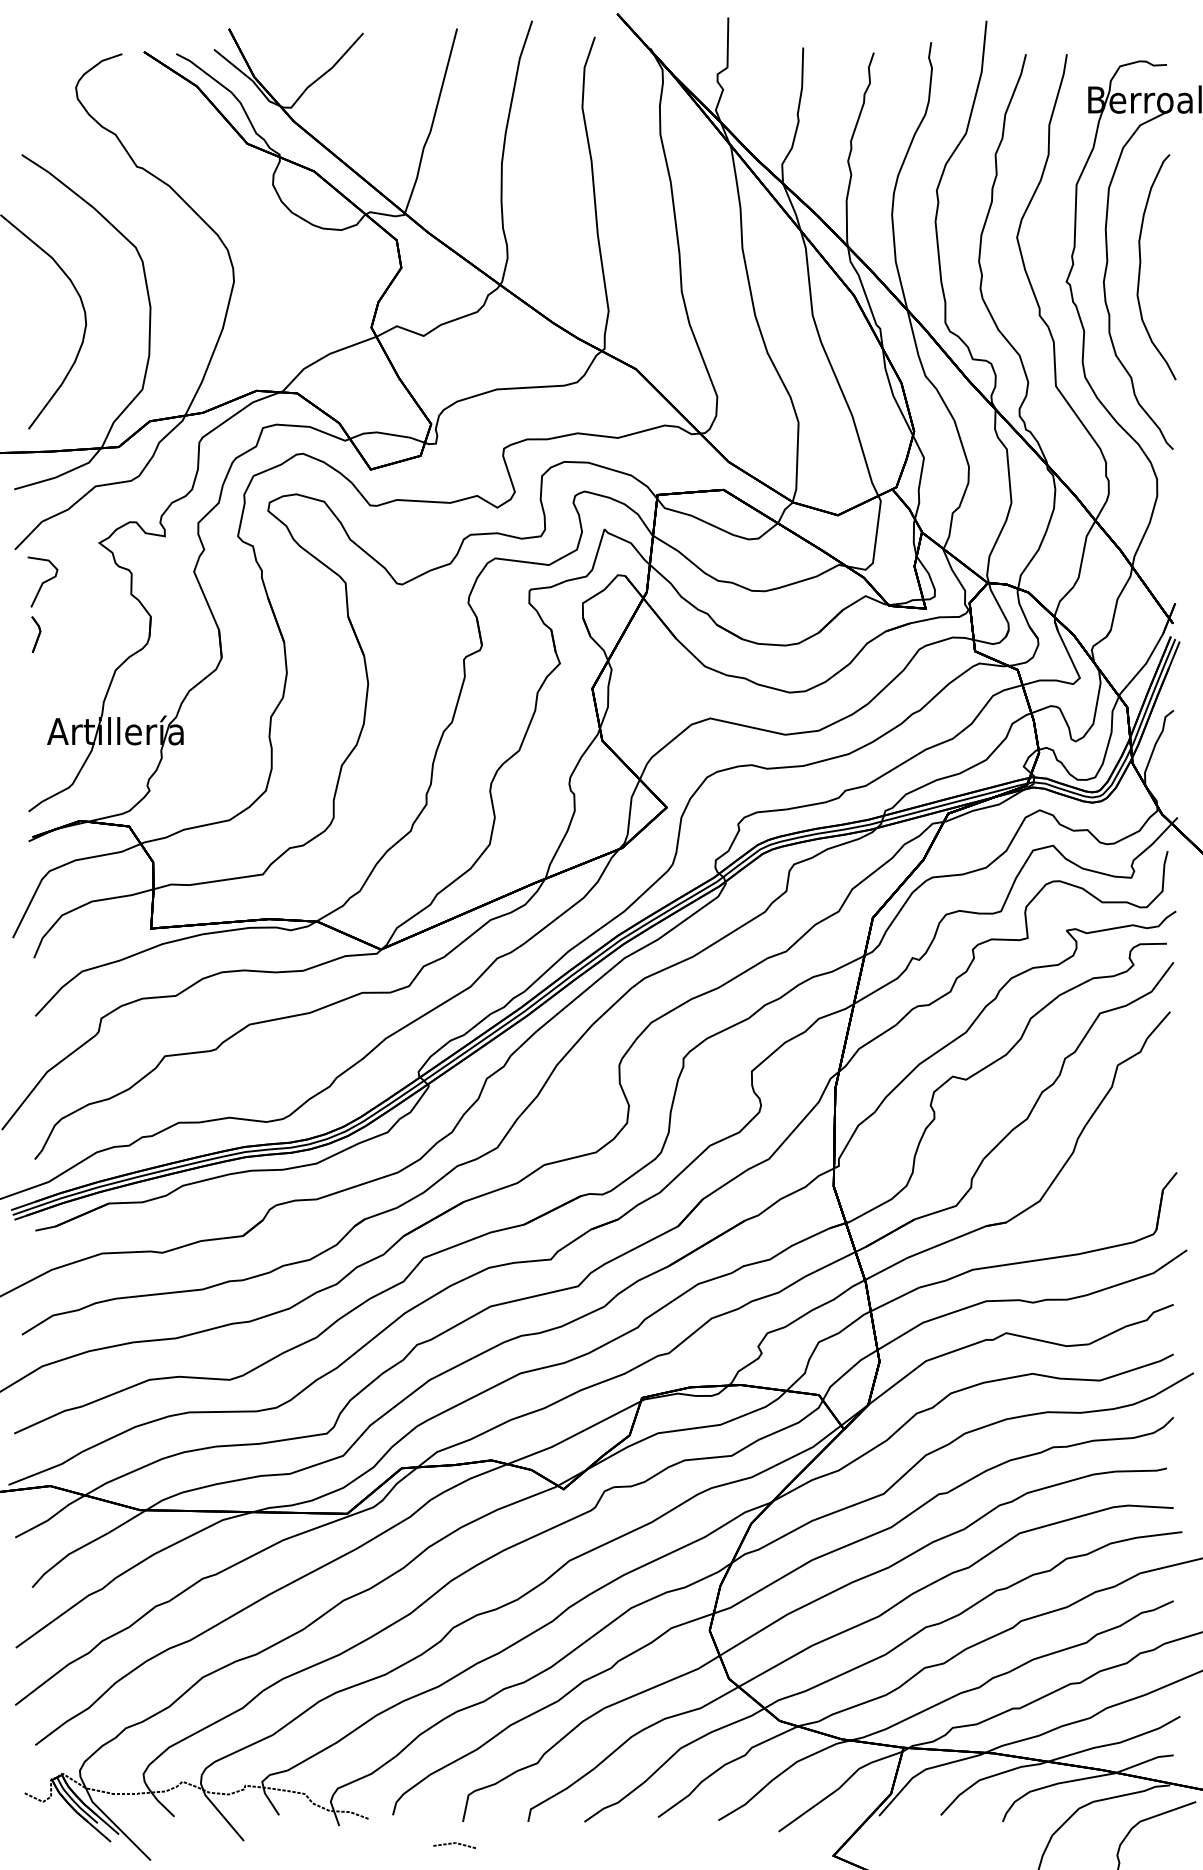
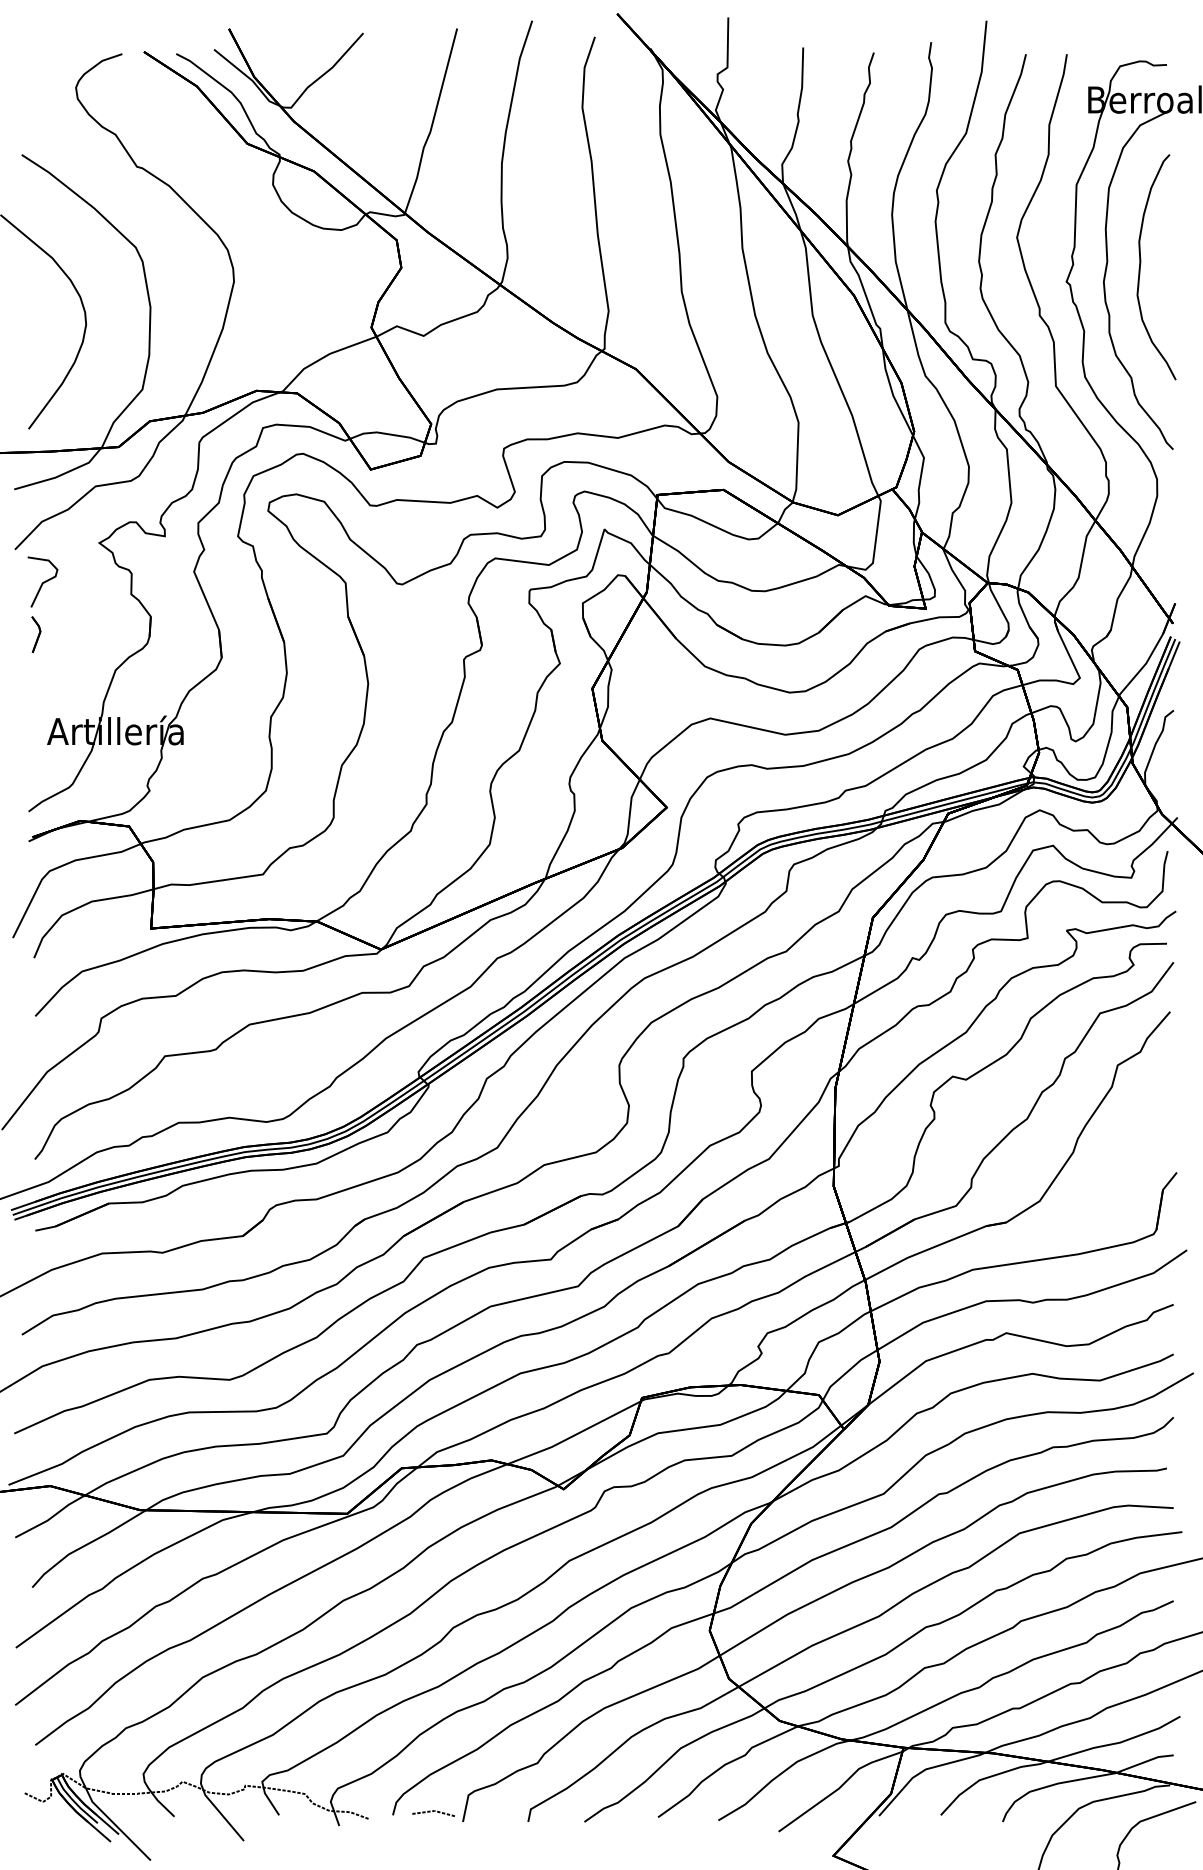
line at (454, 1843) position: (454, 1843) -> (433, 1811)
